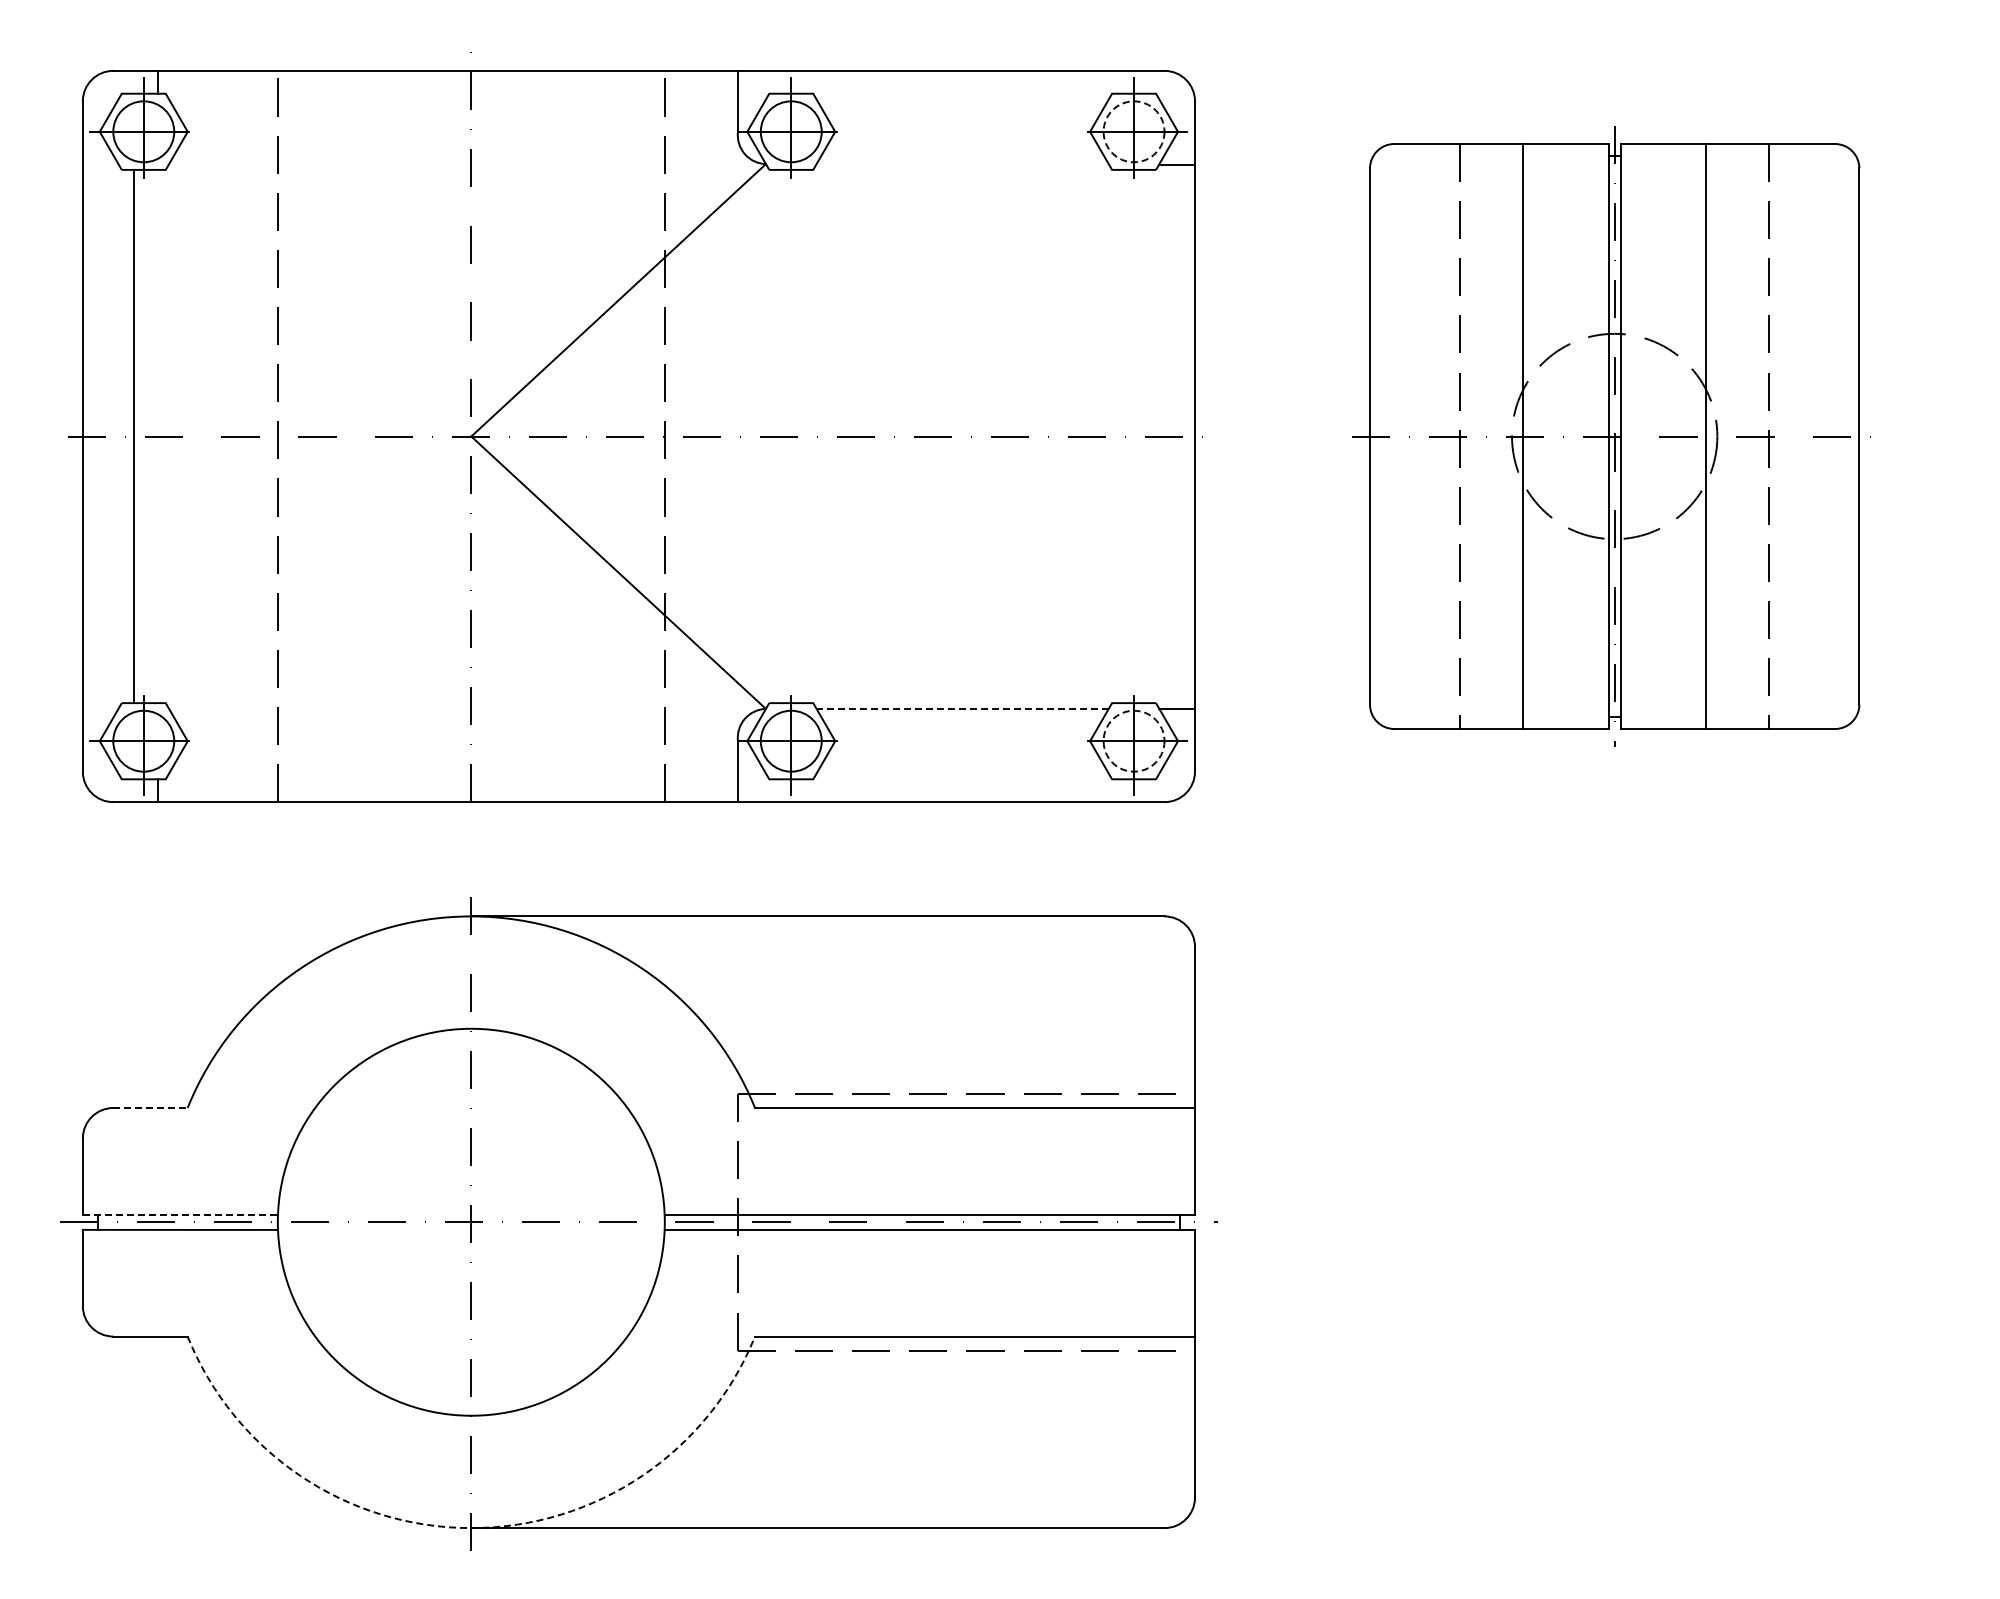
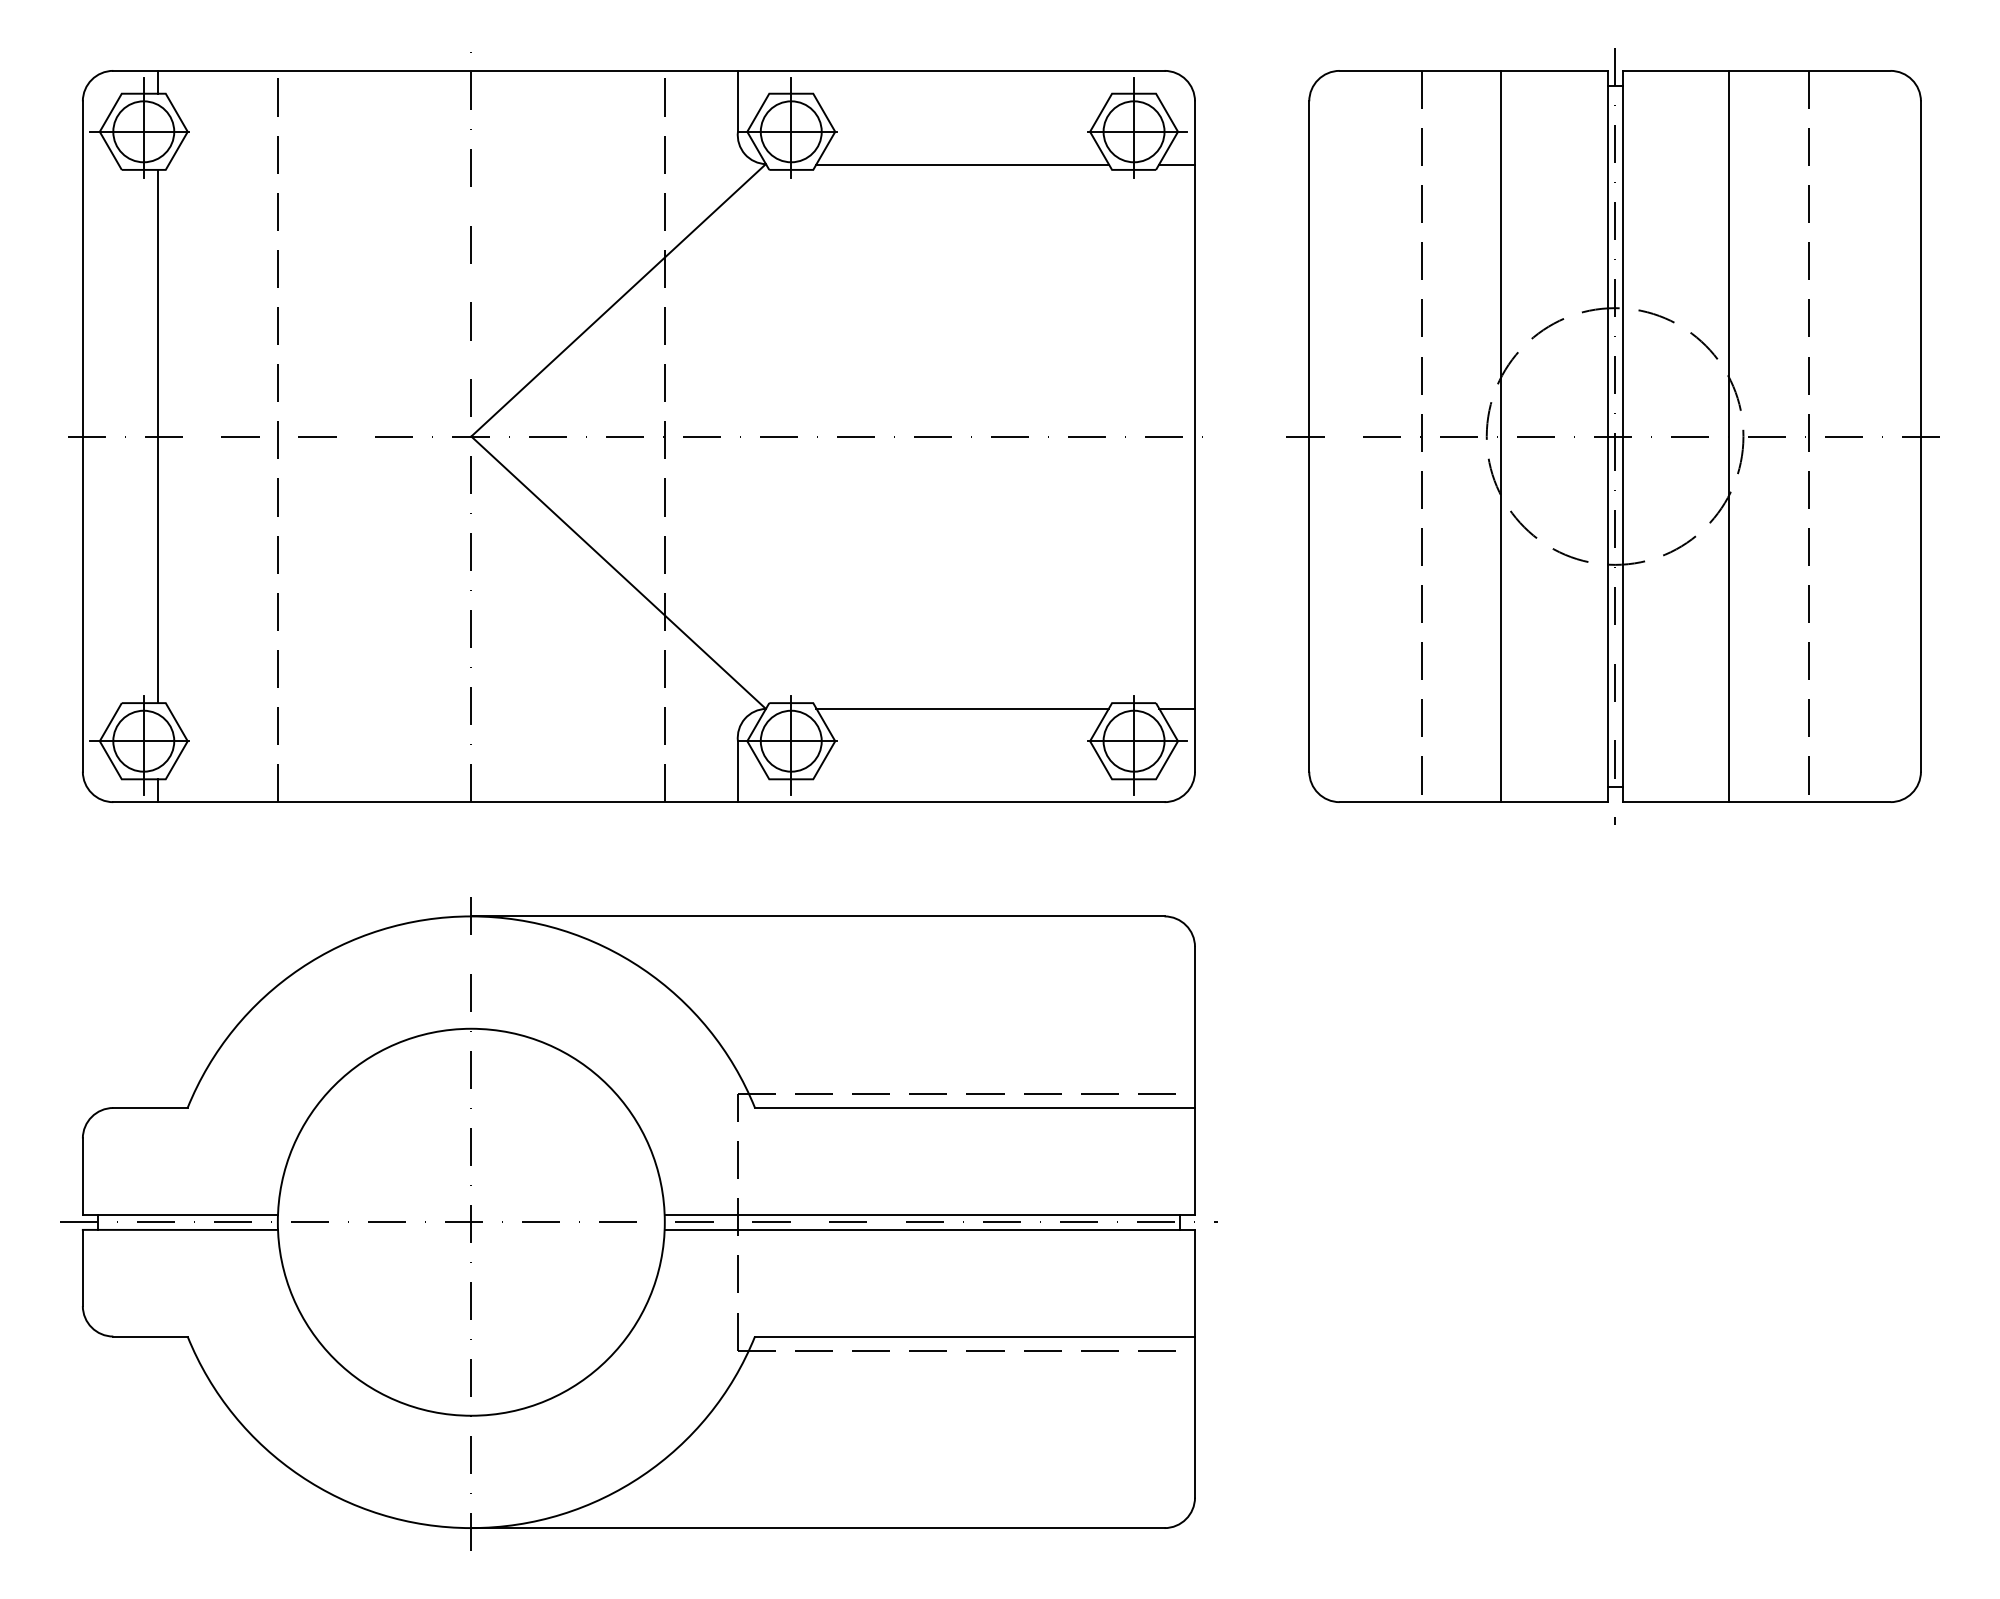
circle at (1133, 131): dashed -> solid
line at (962, 164): none -> present
line at (134, 436) position: (134, 436) -> (158, 436)
part at (1611, 436) size: 519x621 px -> 654x777 px
line at (962, 708): dashed -> solid
circle at (1133, 740): dashed -> solid
line at (150, 1108): dashed -> solid
line at (180, 1214): dashed -> solid
arc at (471, 1528): dashed -> solid
